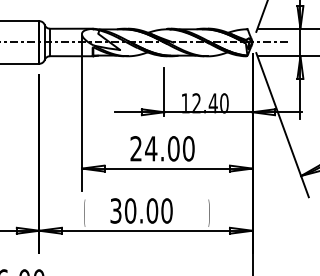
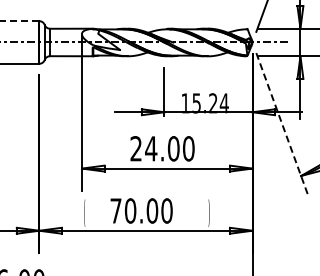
line at (19, 21): solid -> dashed
text at (210, 103): 12.40 -> 15.24
line at (282, 125): solid -> dashed
text at (115, 210): 30.00 -> 70.00
